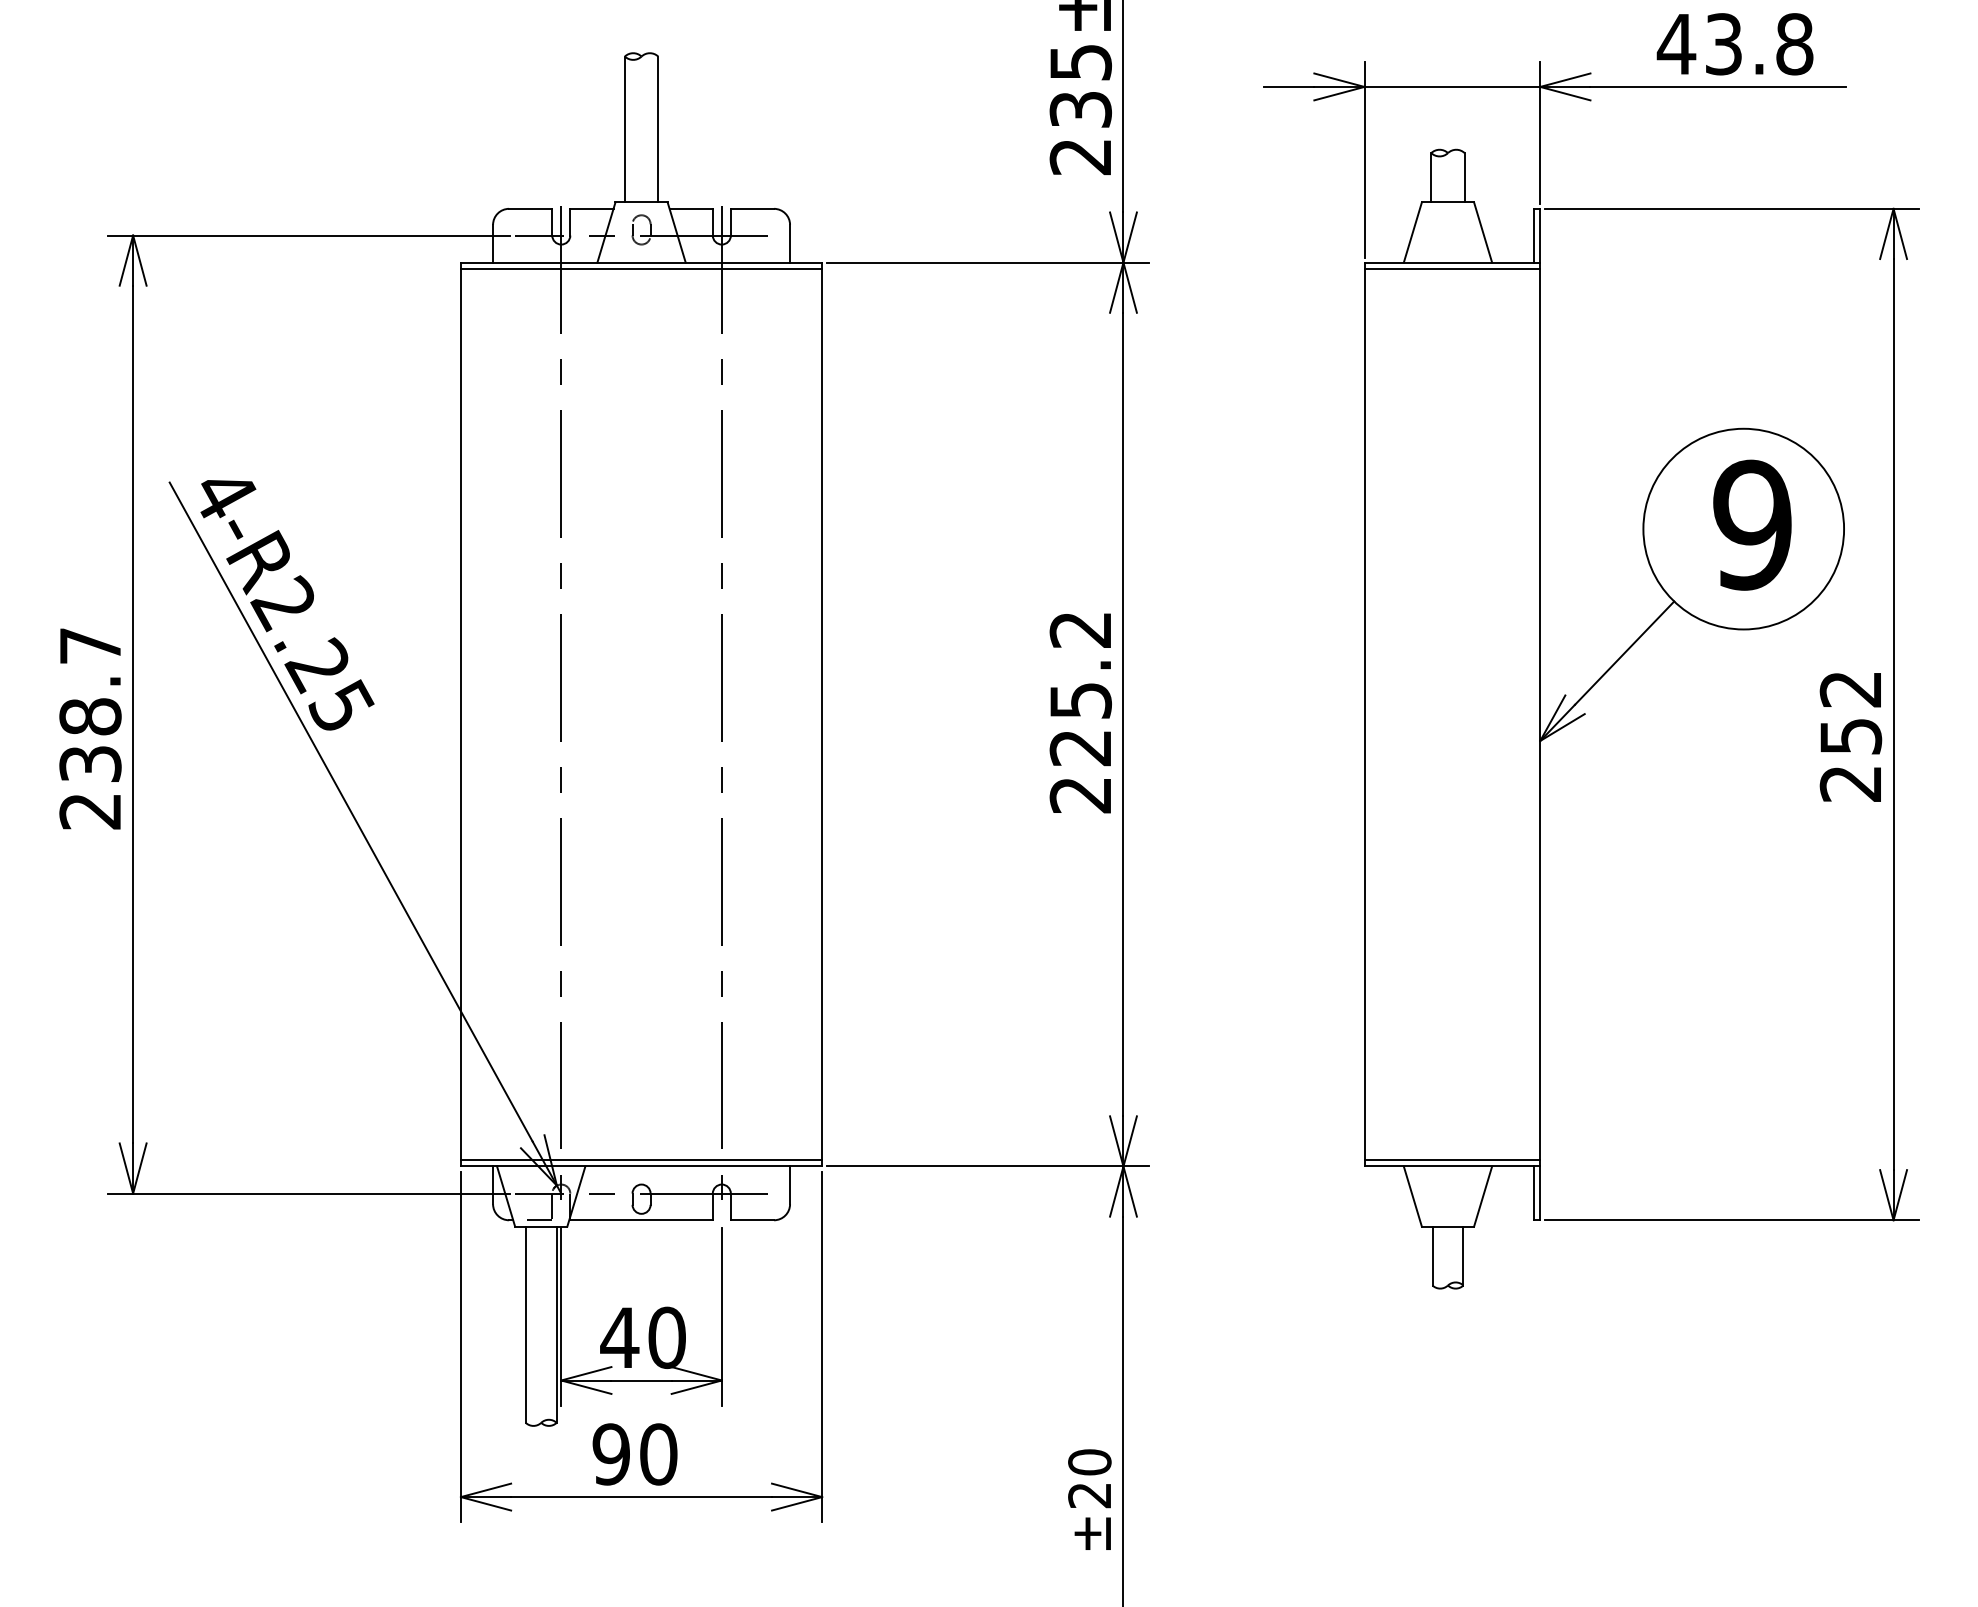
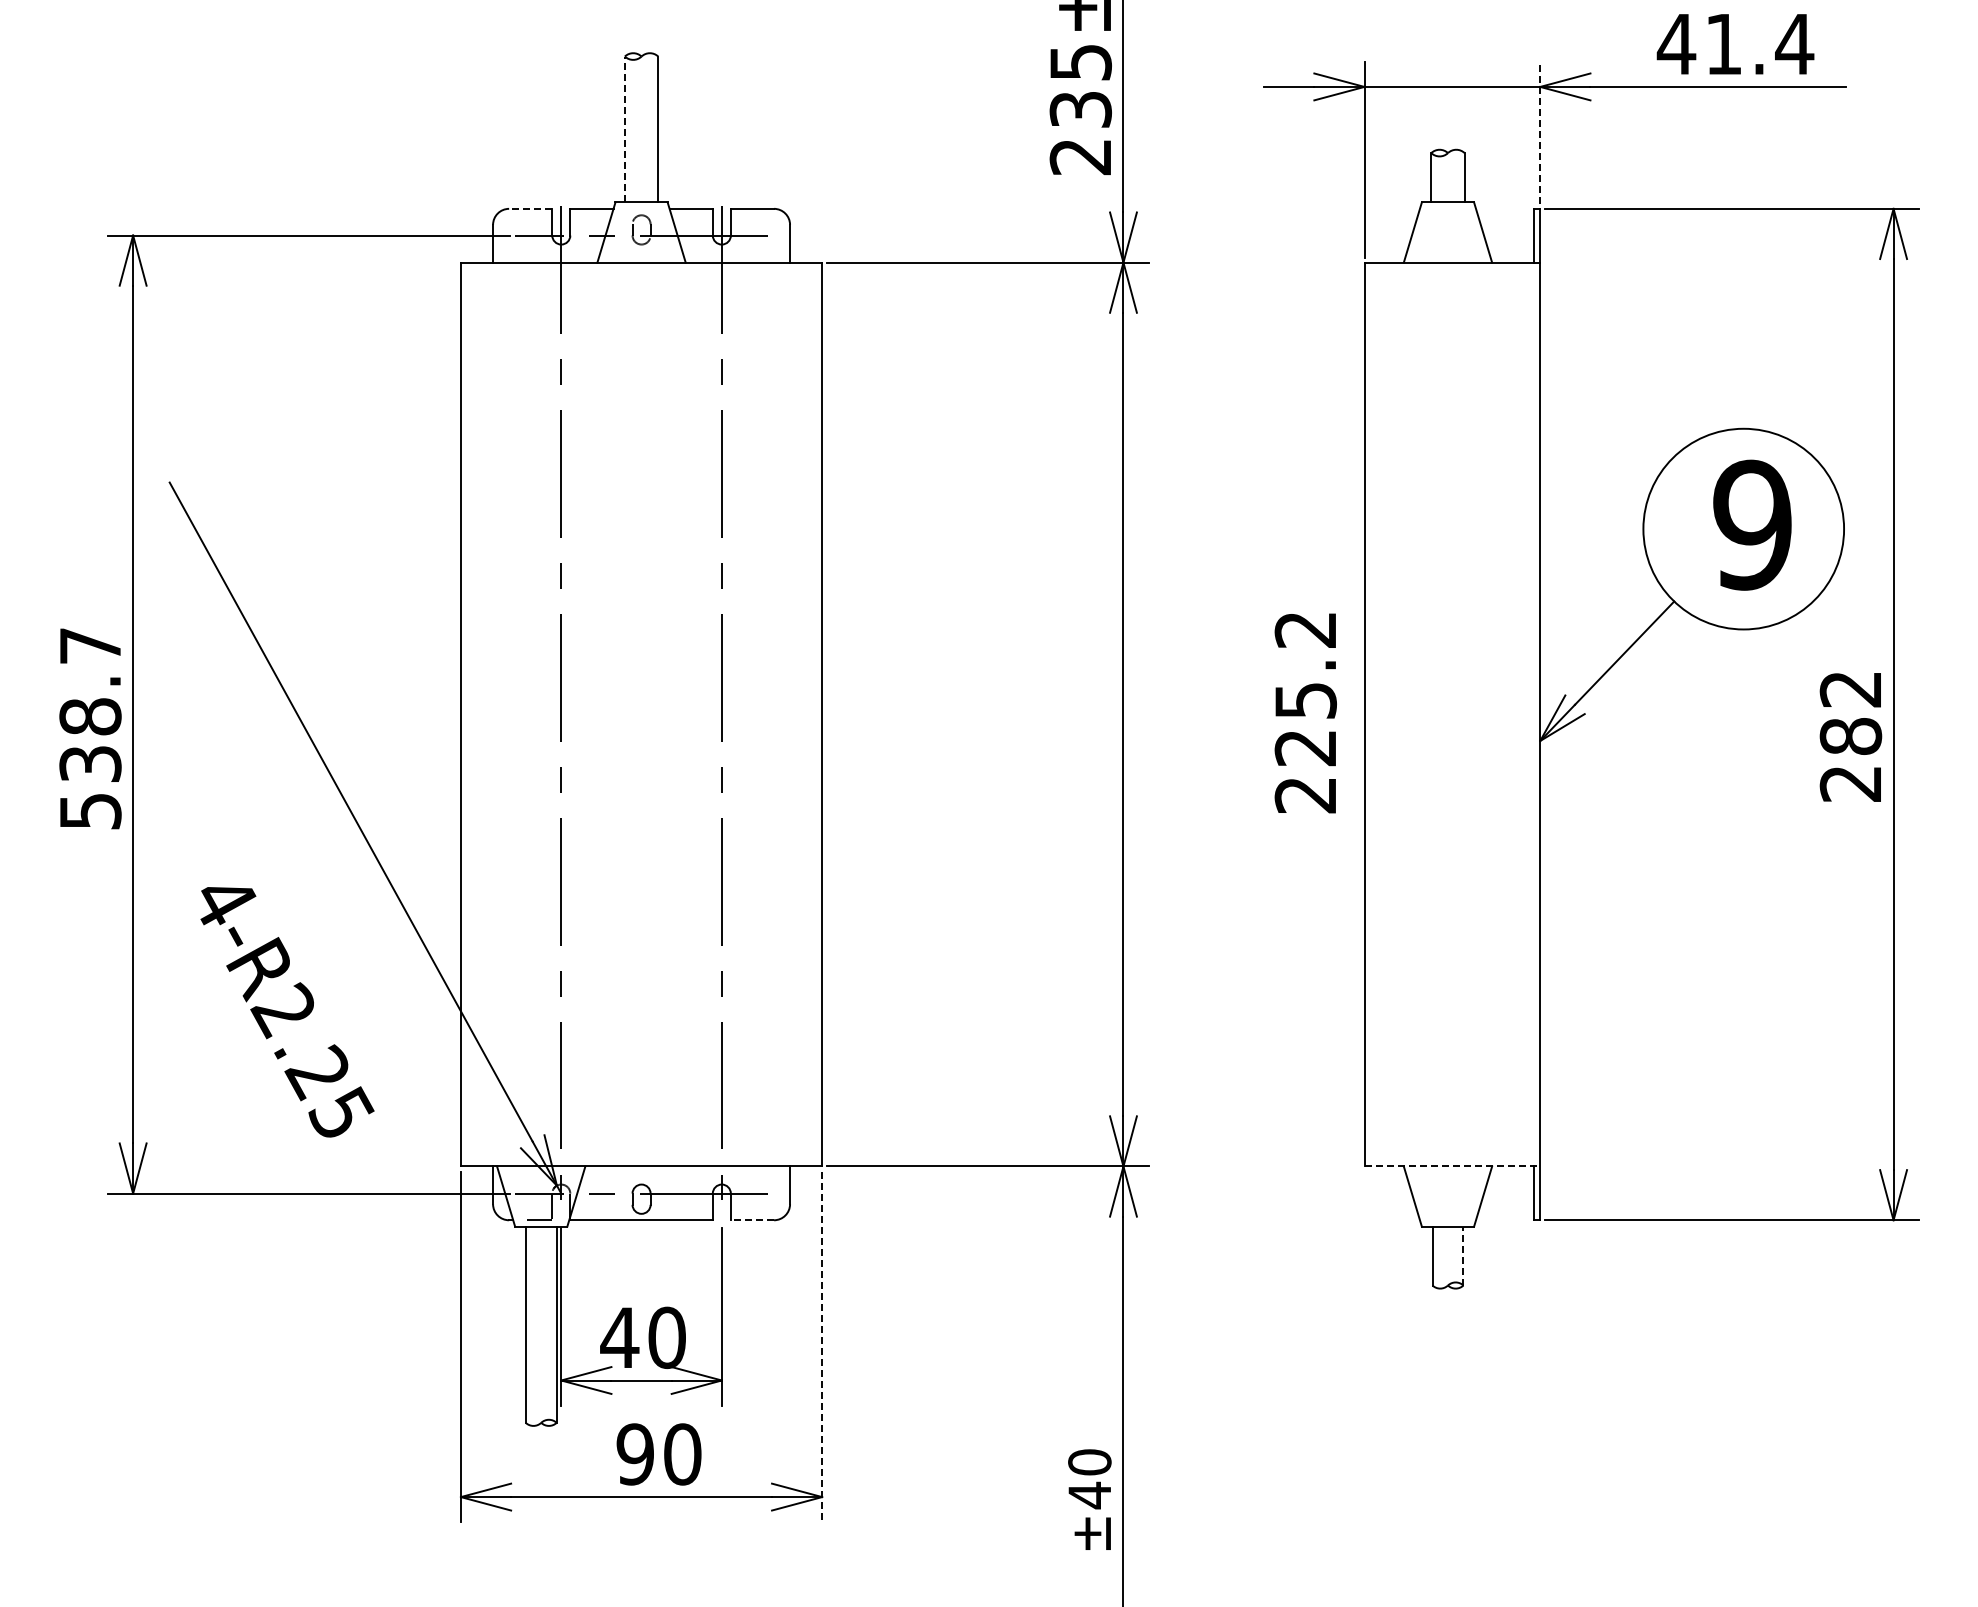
text at (1760, 44): 43.8 -> 41.4
line at (624, 129): solid -> dashed
line at (1540, 132): solid -> dashed
line at (530, 208): solid -> dashed
line at (641, 269): present -> none
line at (1452, 269): present -> none
text at (287, 605) position: (287, 605) -> (287, 1012)
text at (1080, 713) position: (1080, 713) -> (1305, 713)
text at (1850, 736): 252 -> 282
text at (90, 811): 238.7 -> 538.7
line at (641, 1160): present -> none
line at (1452, 1160): present -> none
line at (1452, 1166): solid -> dashed
line at (752, 1220): solid -> dashed
line at (1463, 1255): solid -> dashed
line at (822, 1347): solid -> dashed
text at (634, 1454) position: (634, 1454) -> (658, 1454)
text at (1089, 1495): ±20 -> ±40
